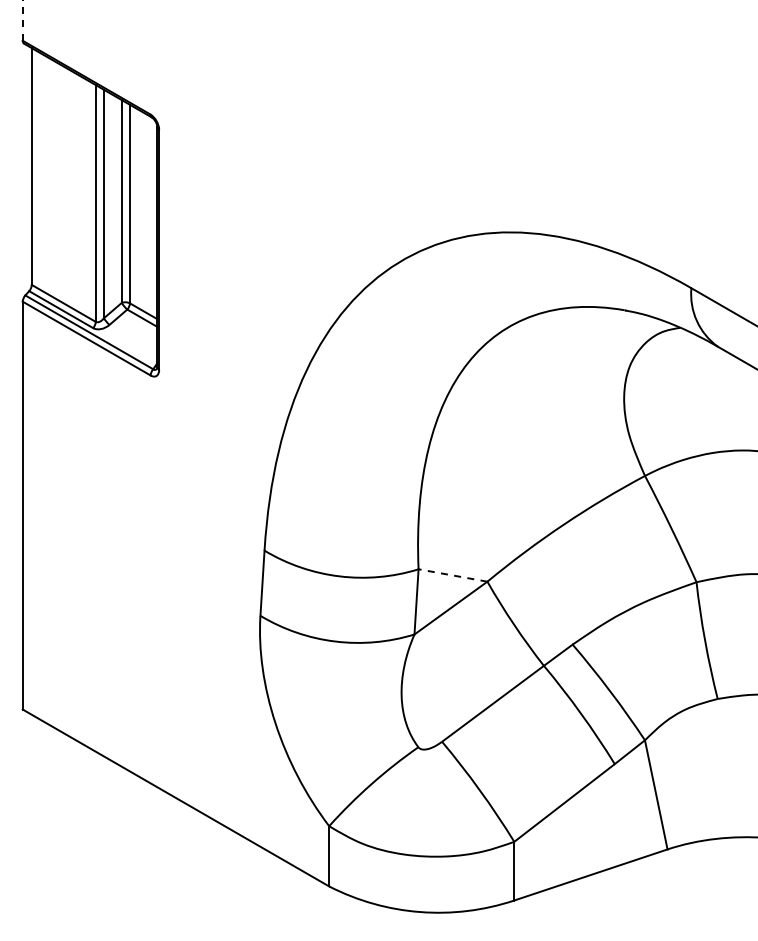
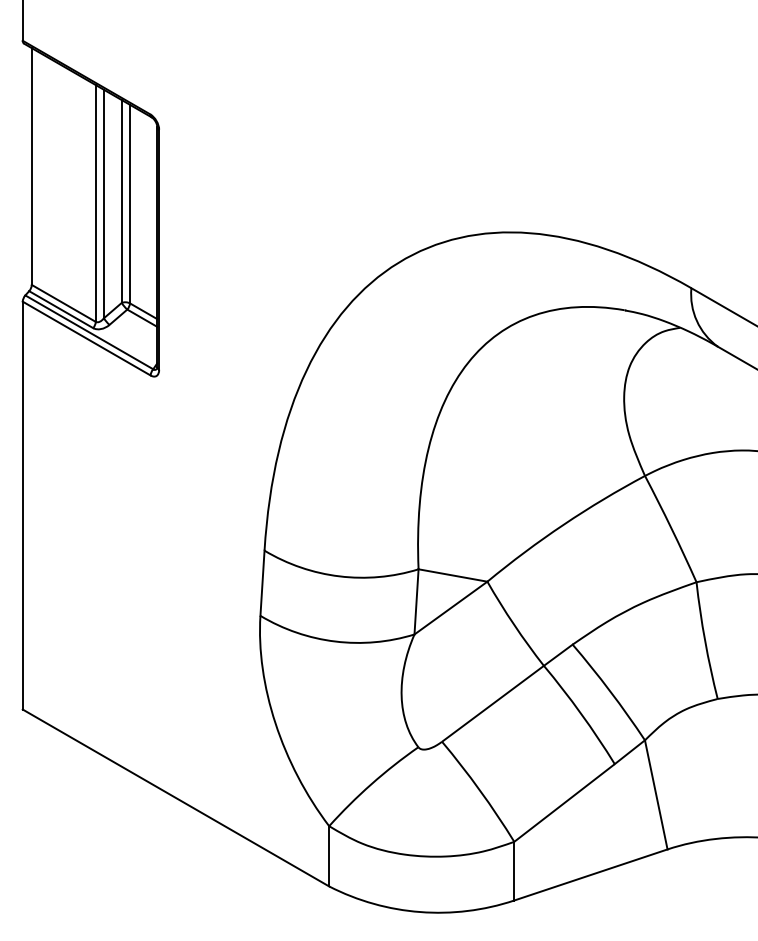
line at (22, 20): dashed -> solid
line at (453, 575): dashed -> solid
